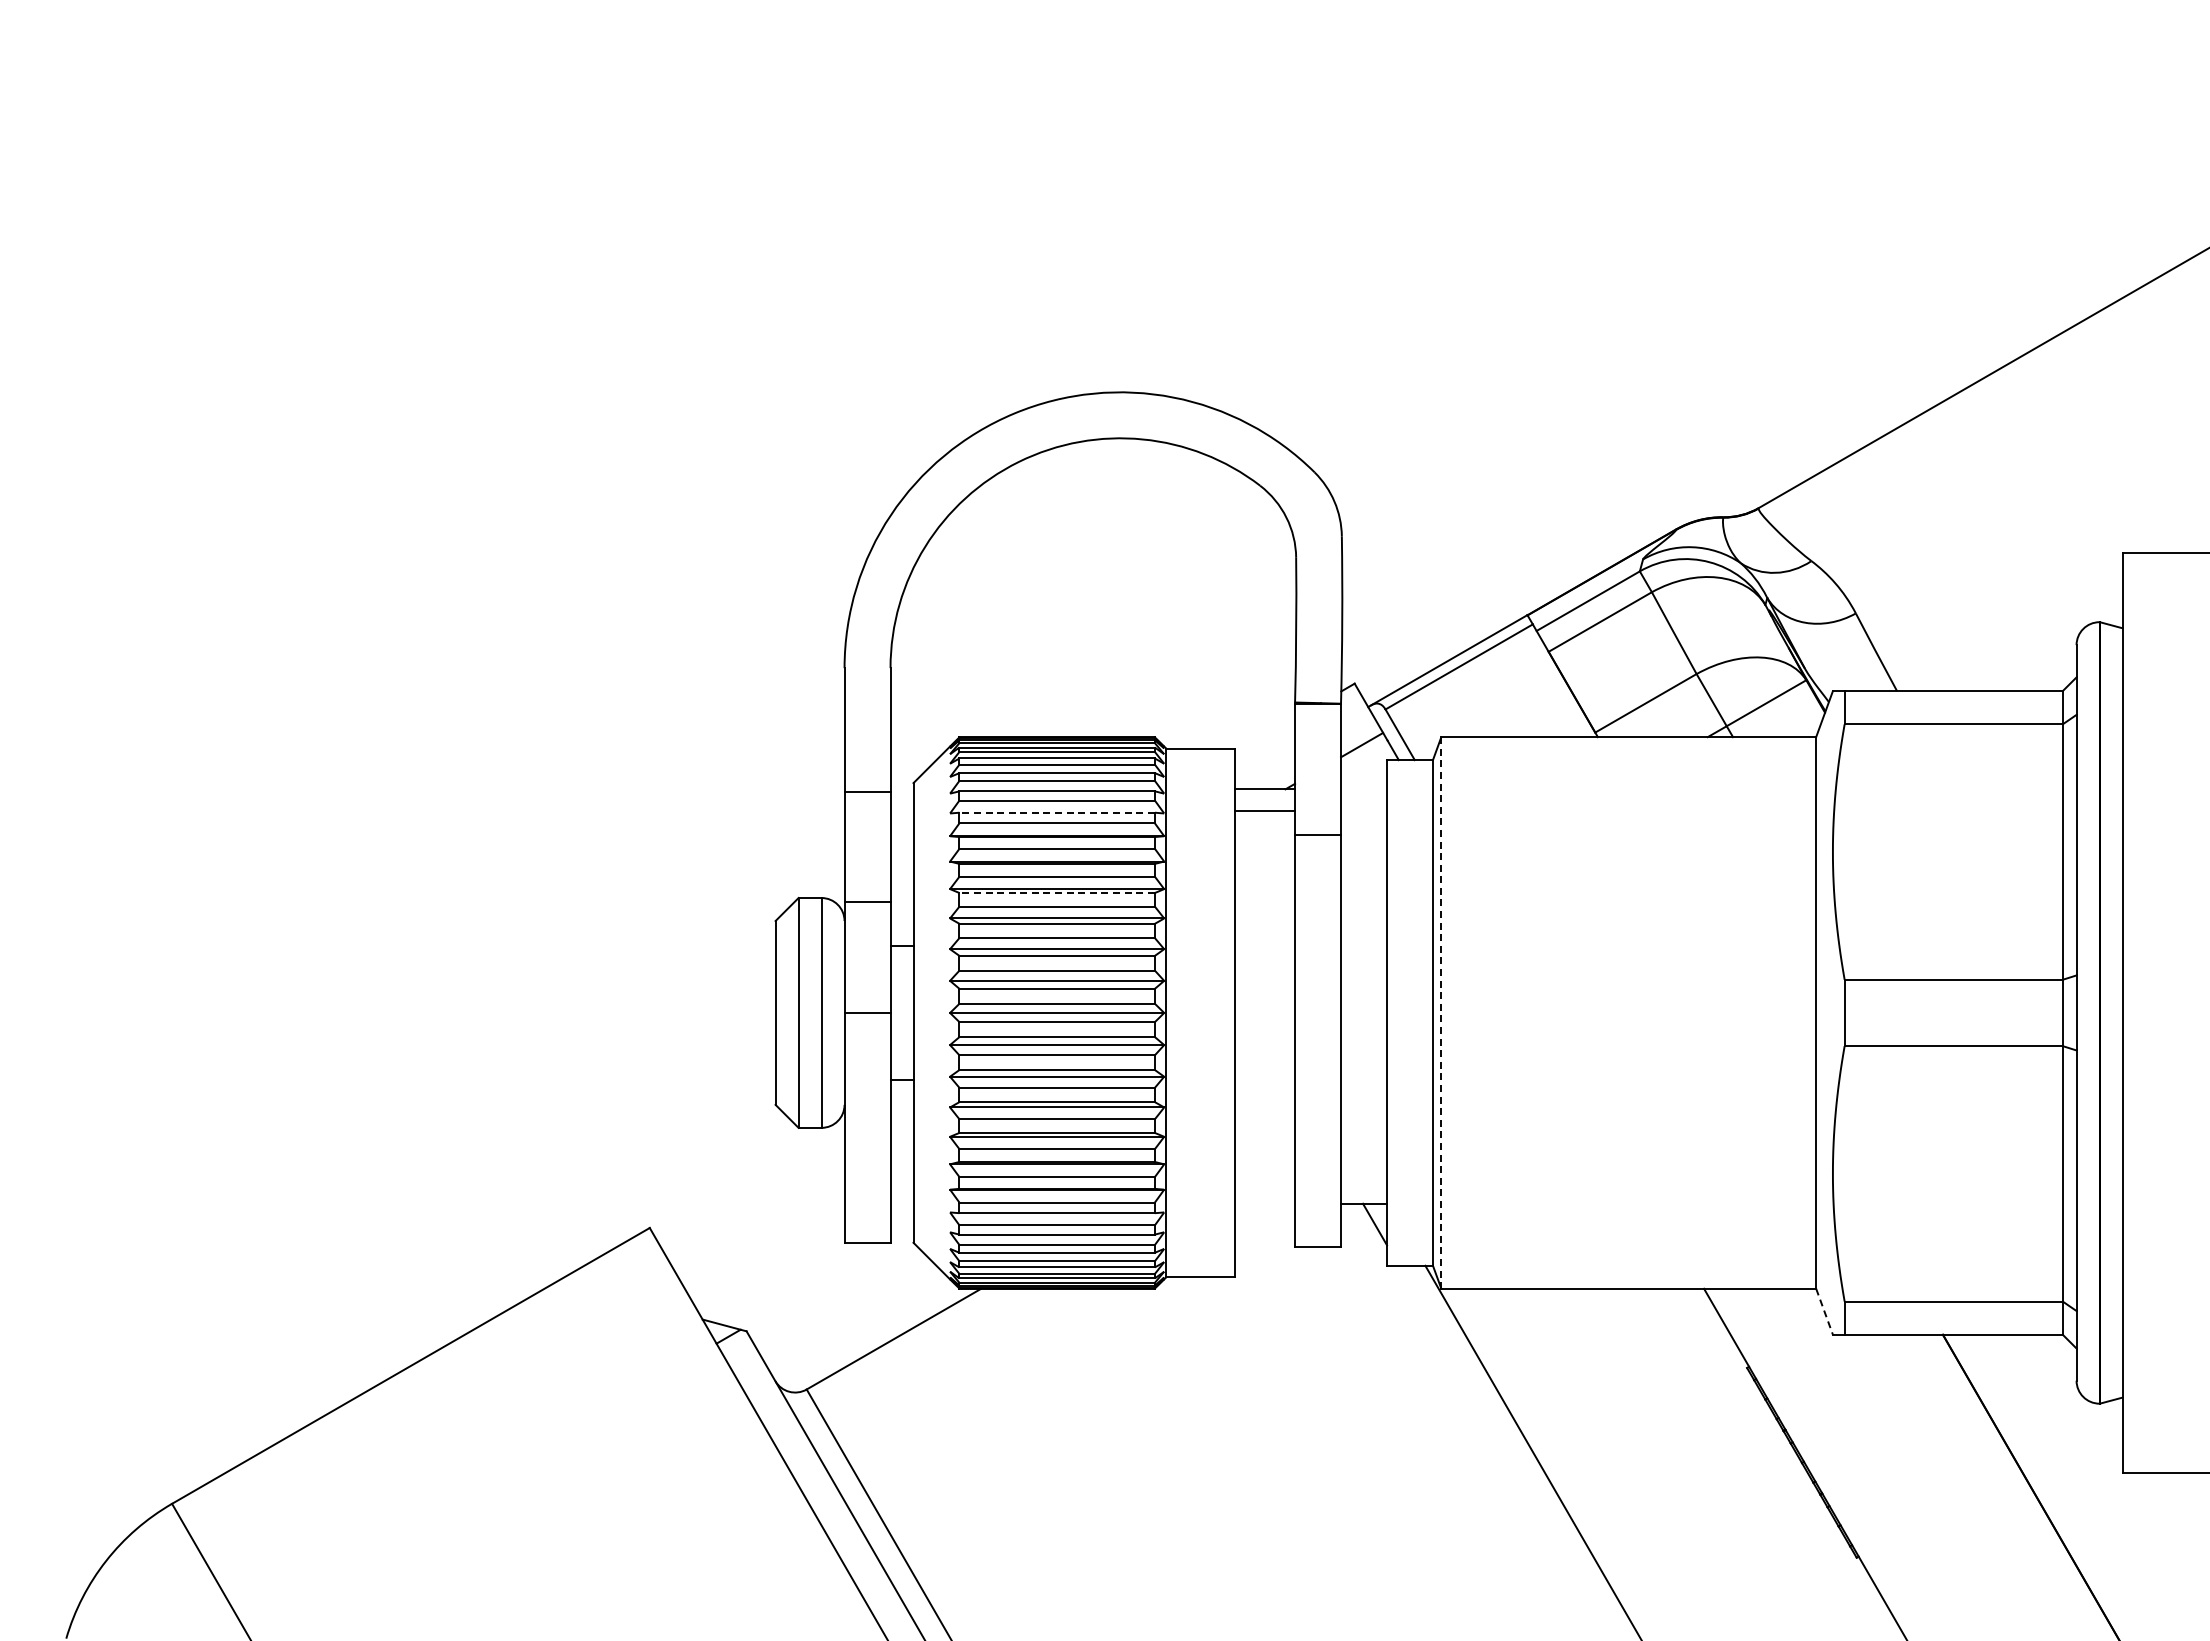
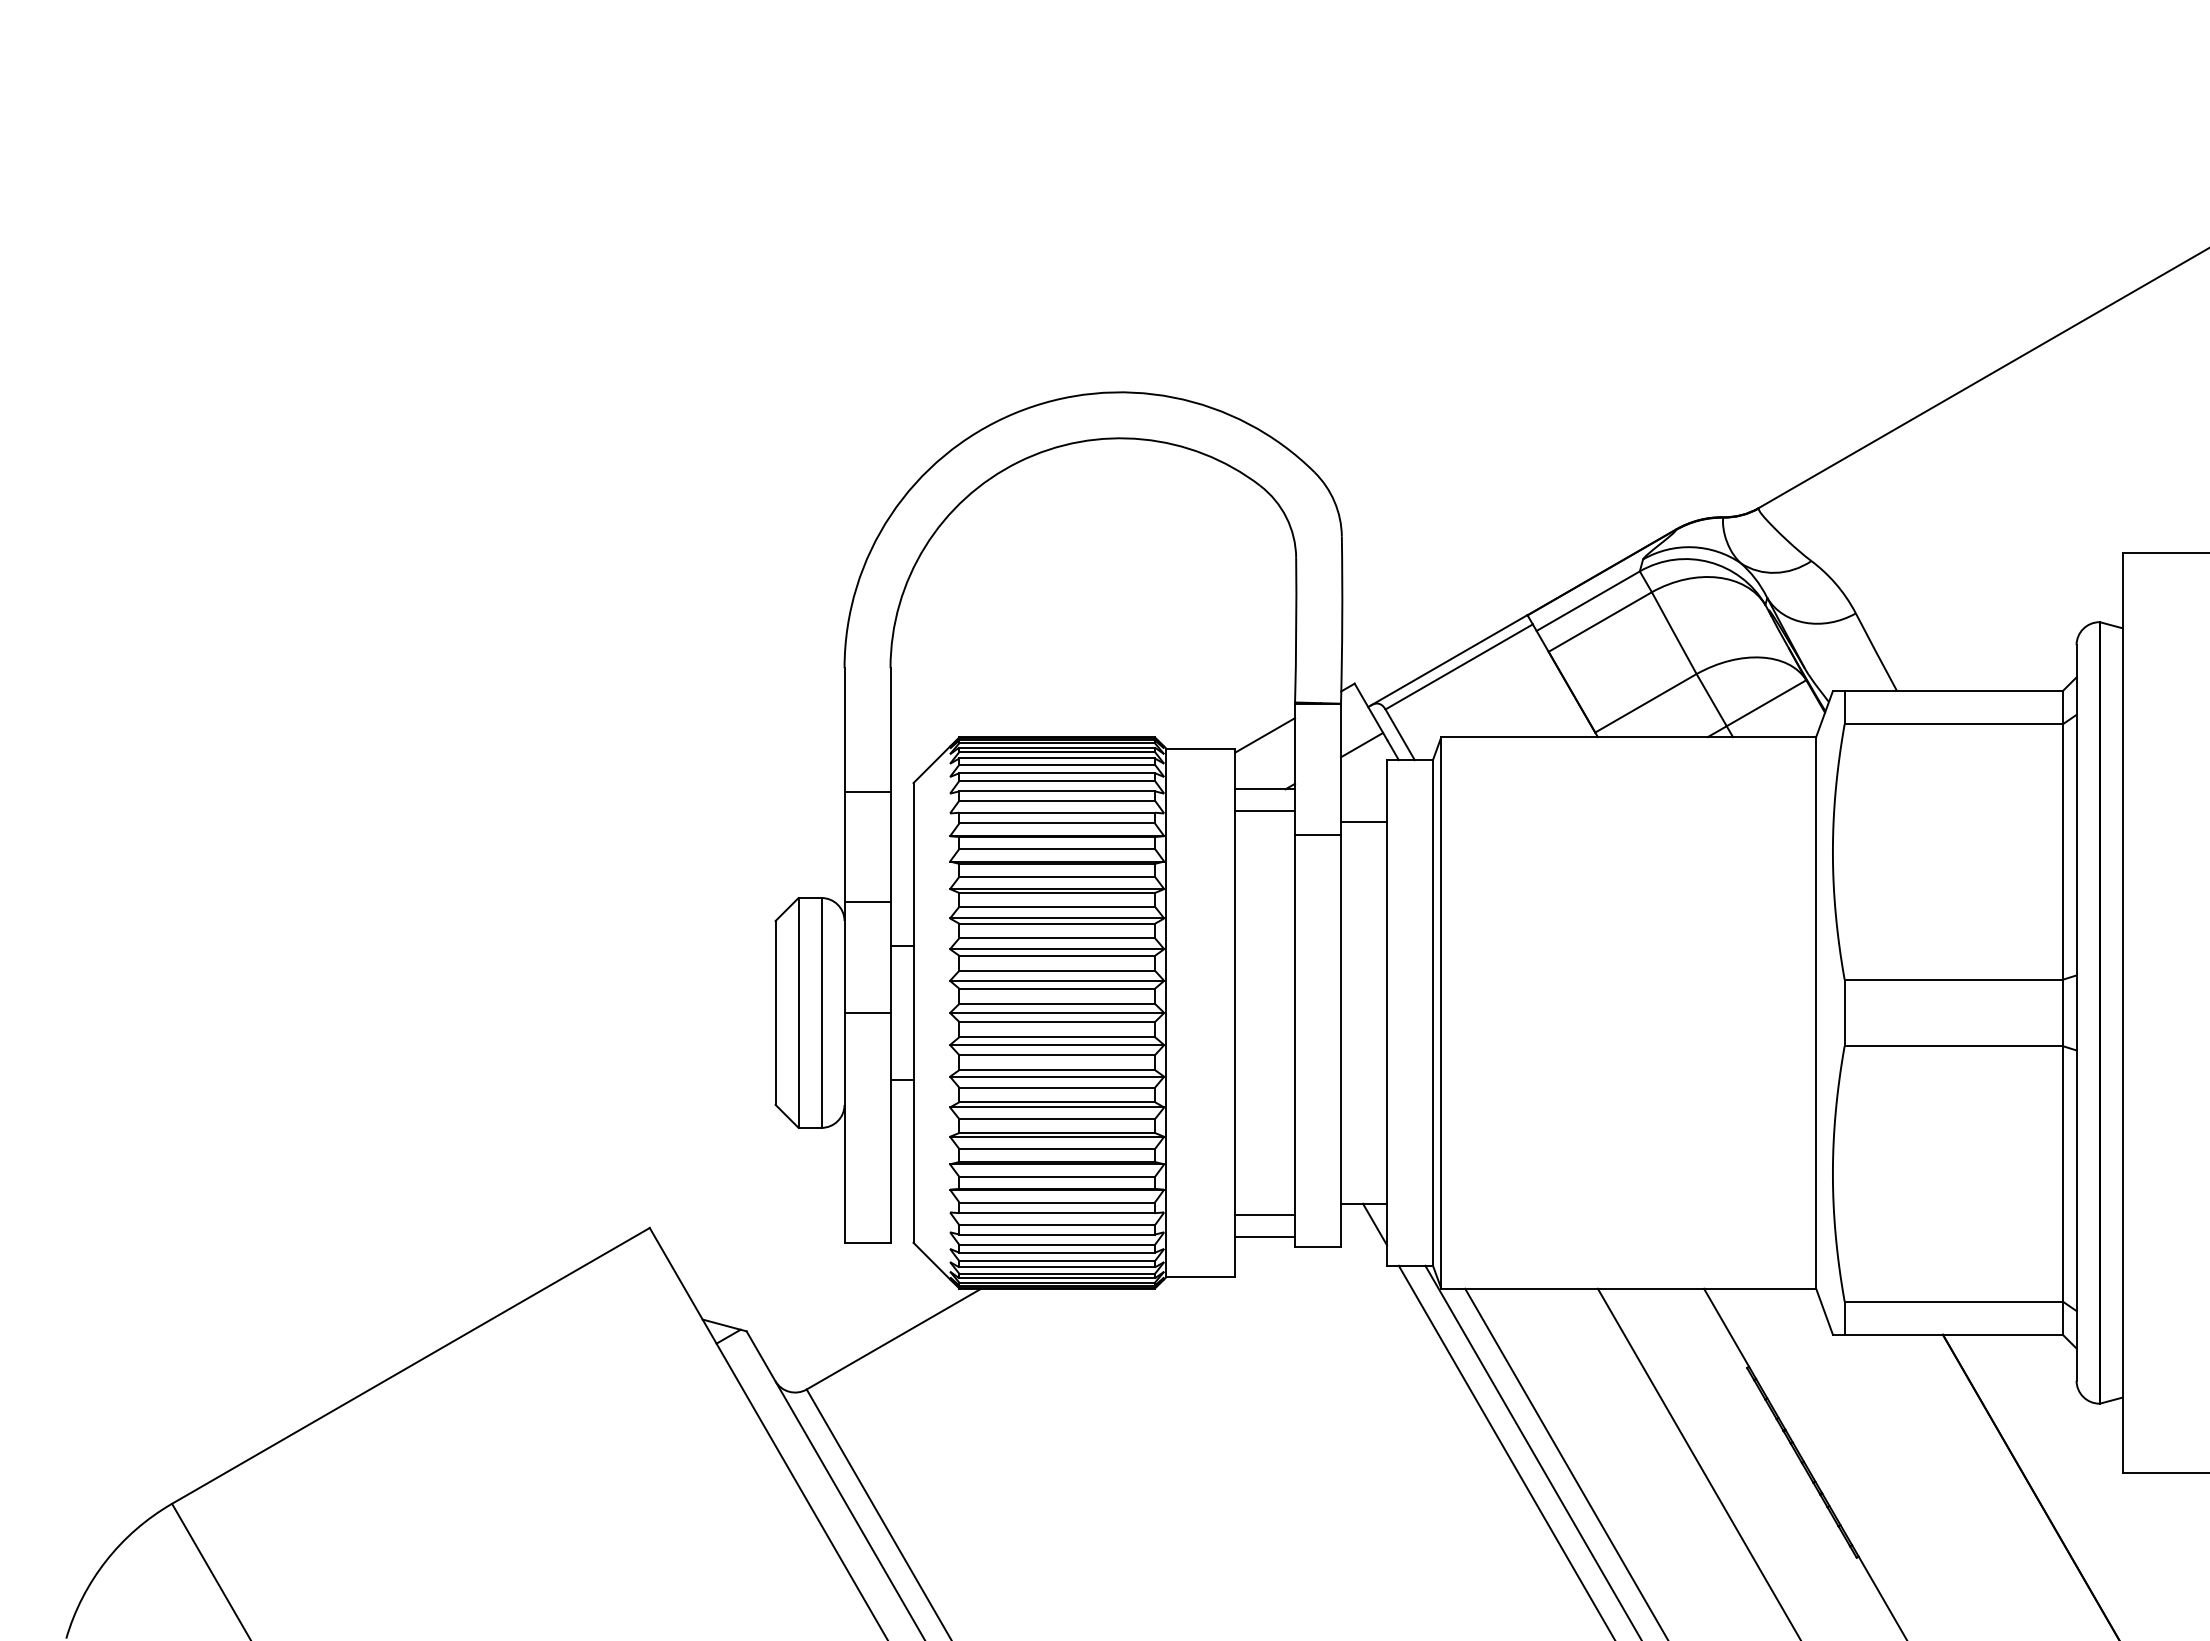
line at (1265, 735): none -> present
line at (1057, 812): dashed -> solid
line at (1364, 822): none -> present
line at (1057, 893): dashed -> solid
line at (1441, 1012): dashed -> solid
line at (1265, 1214): none -> present
line at (1265, 1236): none -> present
line at (1824, 1312): dashed -> solid
line at (1505, 1451): none -> present
line at (1565, 1462): none -> present
line at (1698, 1462): none -> present
